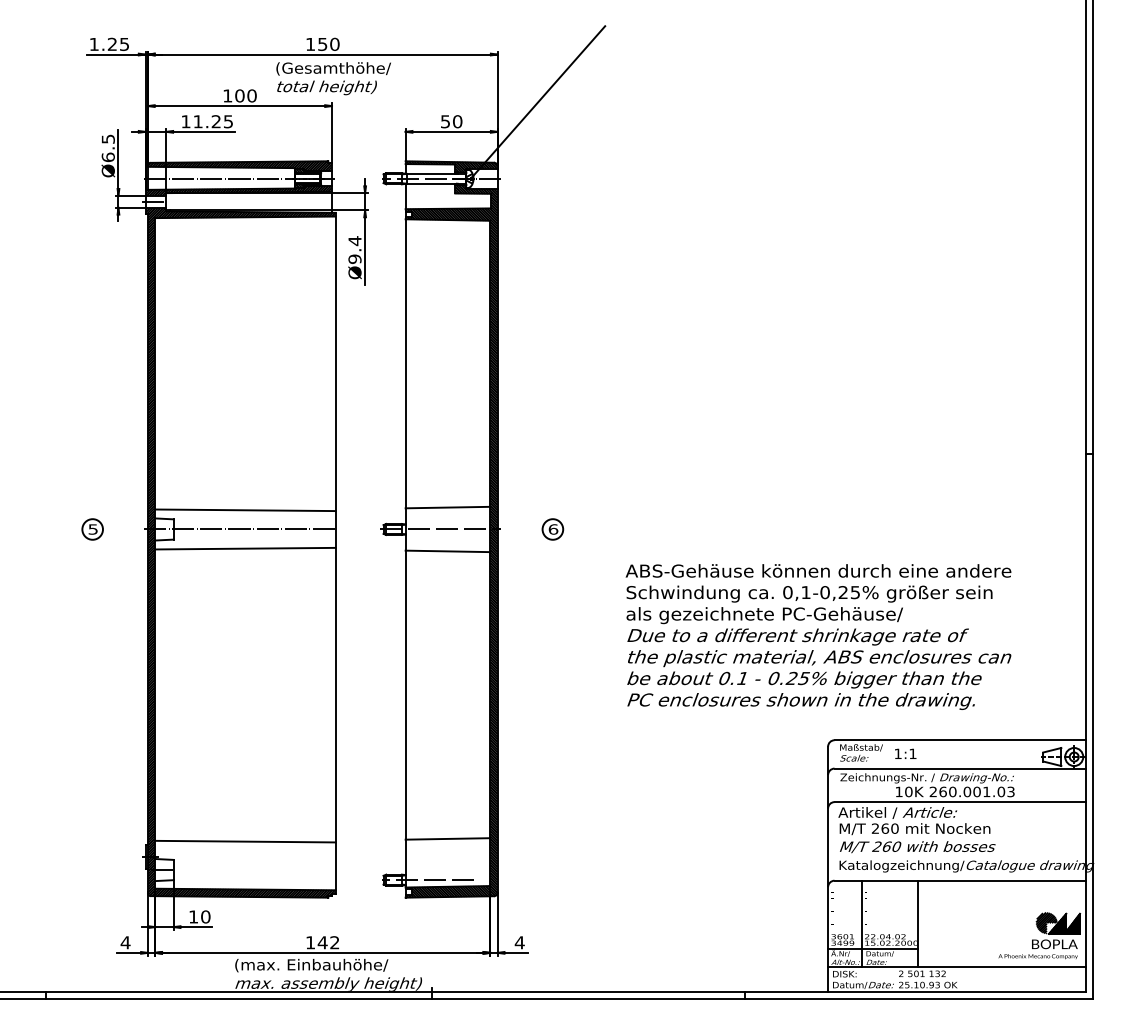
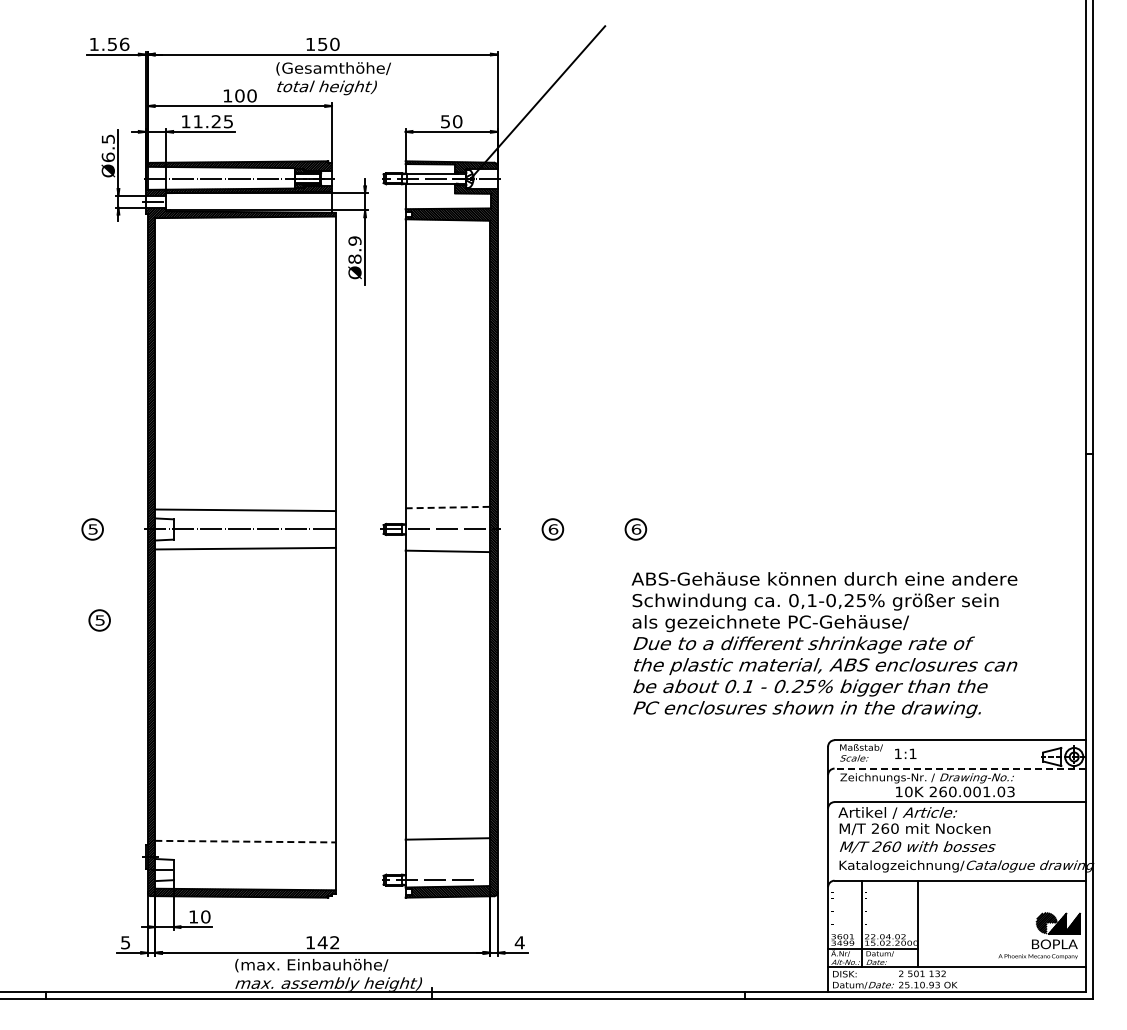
text at (118, 43): 1.25 -> 1.56
text at (354, 249): Ø9.4 -> Ø8.9
line at (448, 507): solid -> dashed
part at (635, 529): none -> present
part at (99, 620): none -> present
text at (818, 636) position: (818, 636) -> (824, 644)
line at (960, 768): solid -> dashed
line at (245, 841): solid -> dashed
text at (125, 942): 4 -> 5
